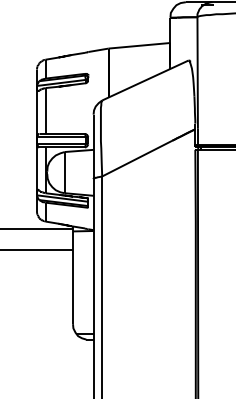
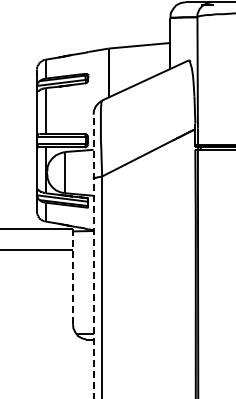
line at (93, 256): solid -> dashed
line at (73, 275): solid -> dashed
